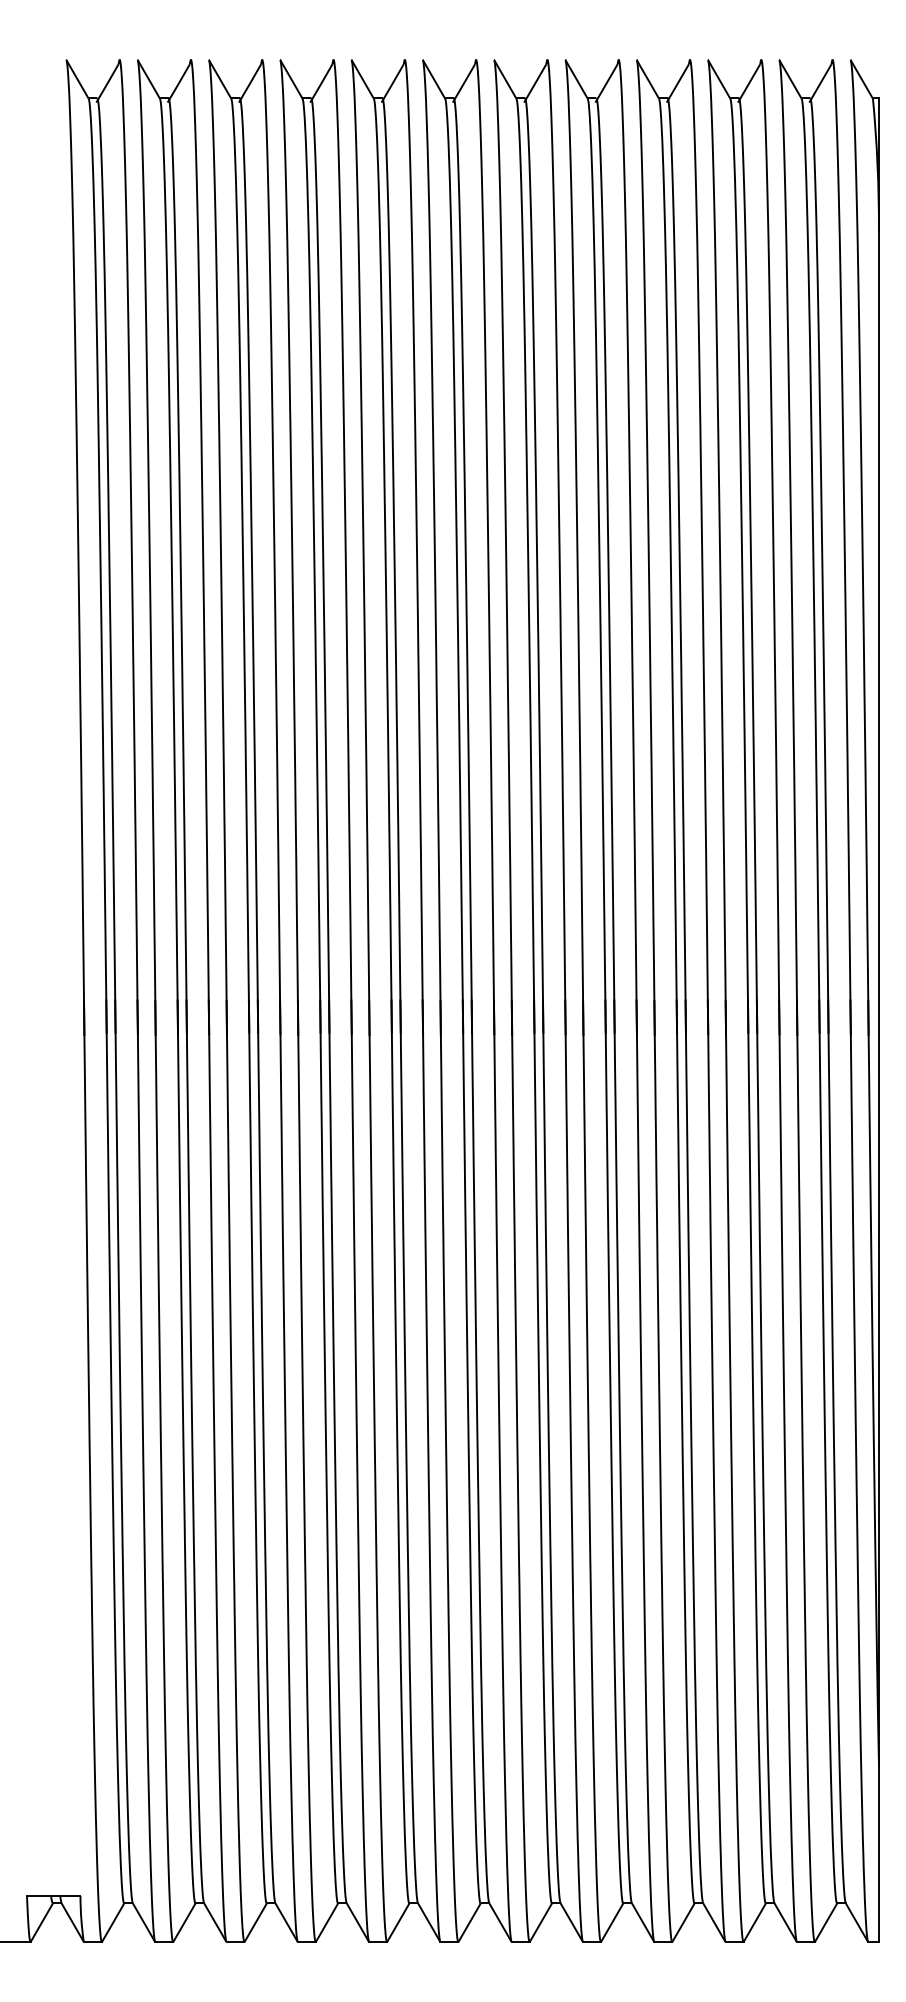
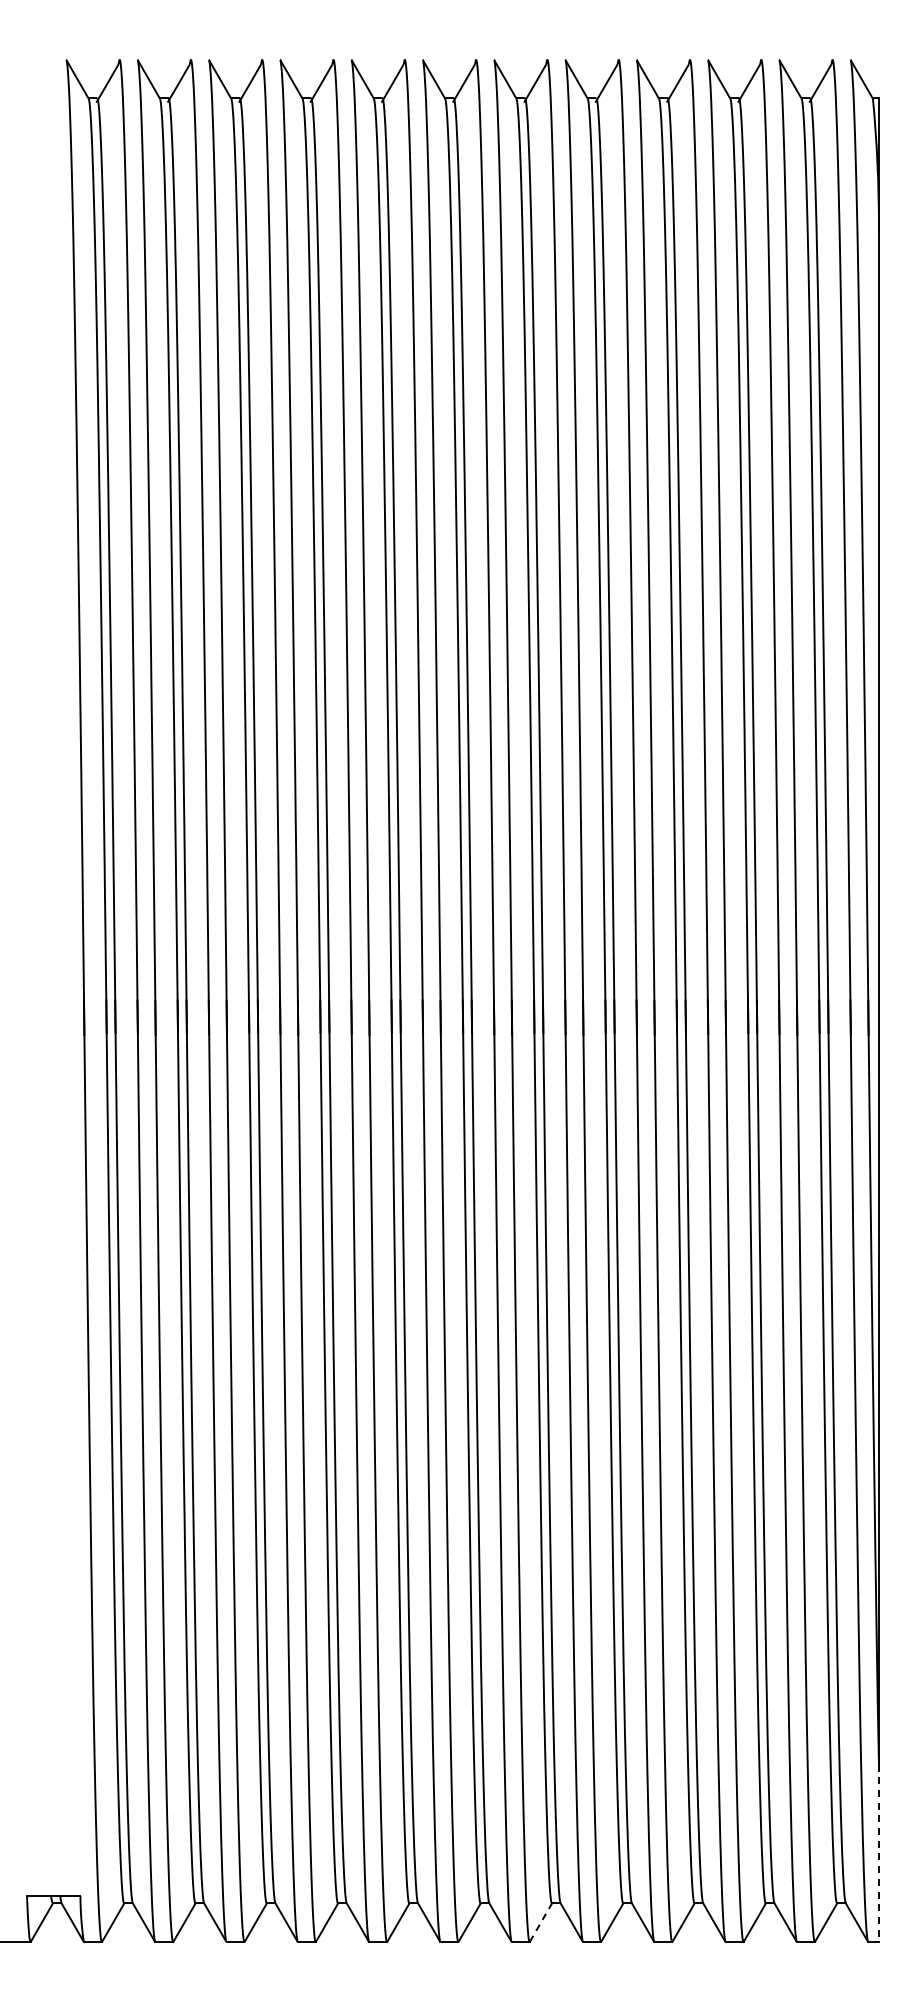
line at (878, 1853): solid -> dashed
line at (540, 1922): solid -> dashed
